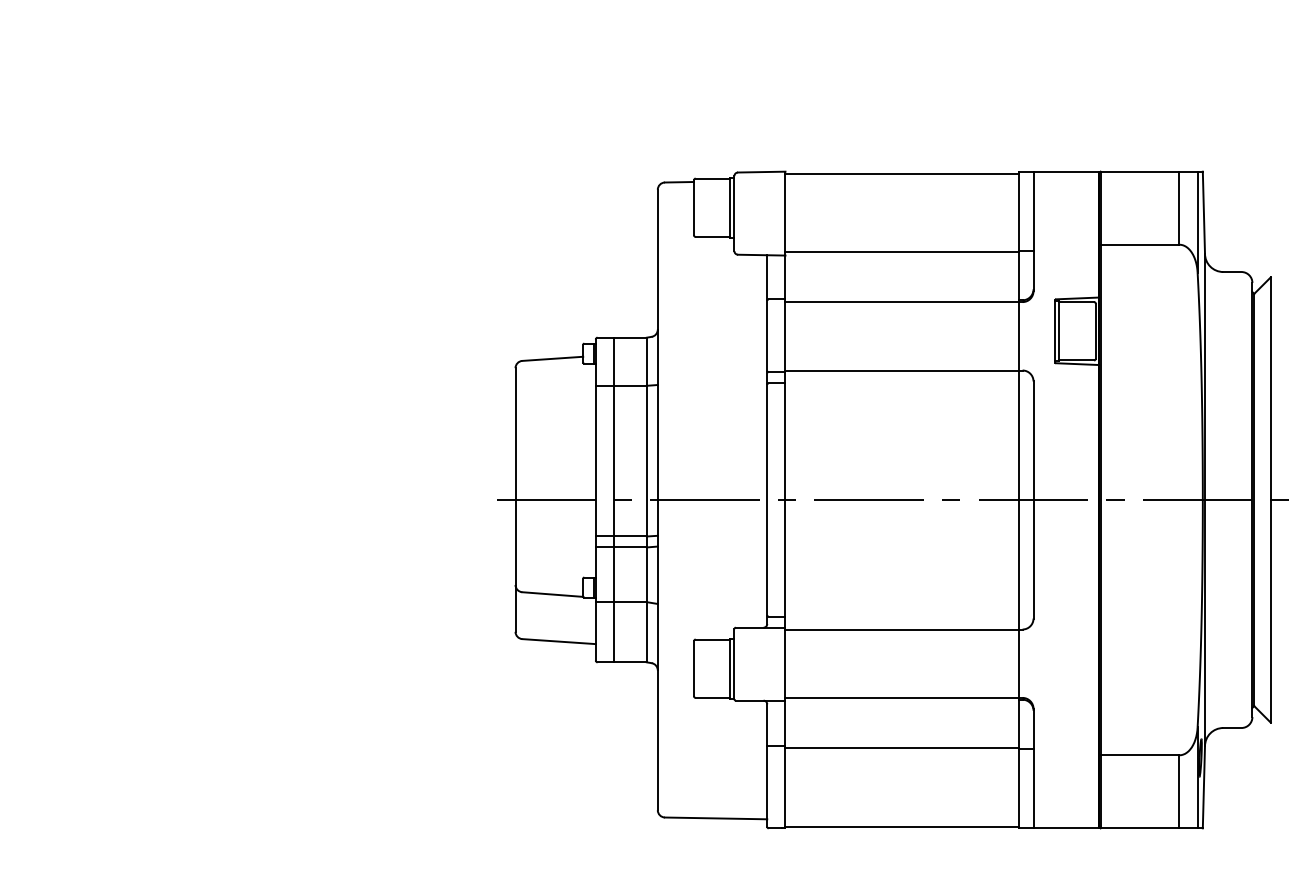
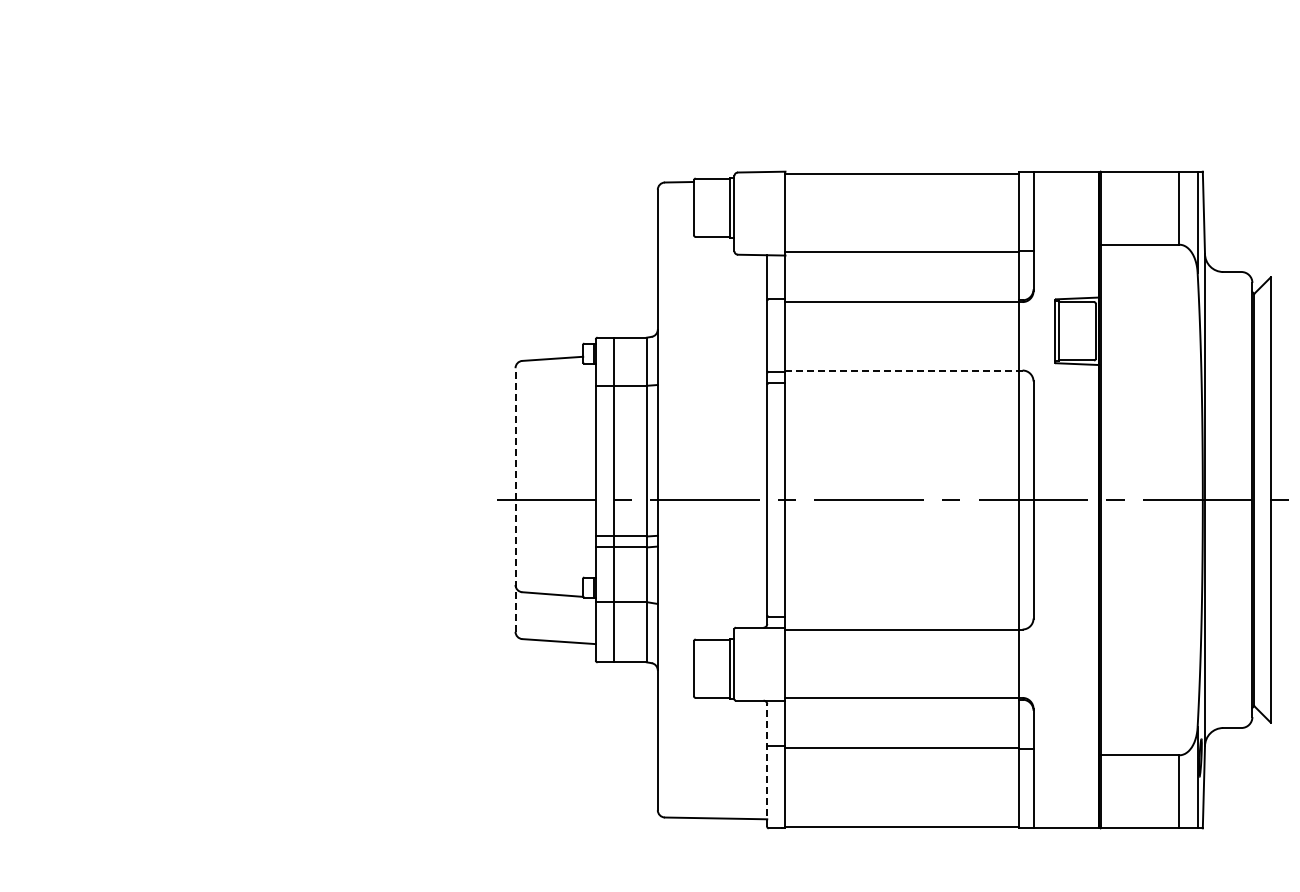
line at (904, 370): solid -> dashed
line at (515, 500): solid -> dashed
line at (767, 765): solid -> dashed
